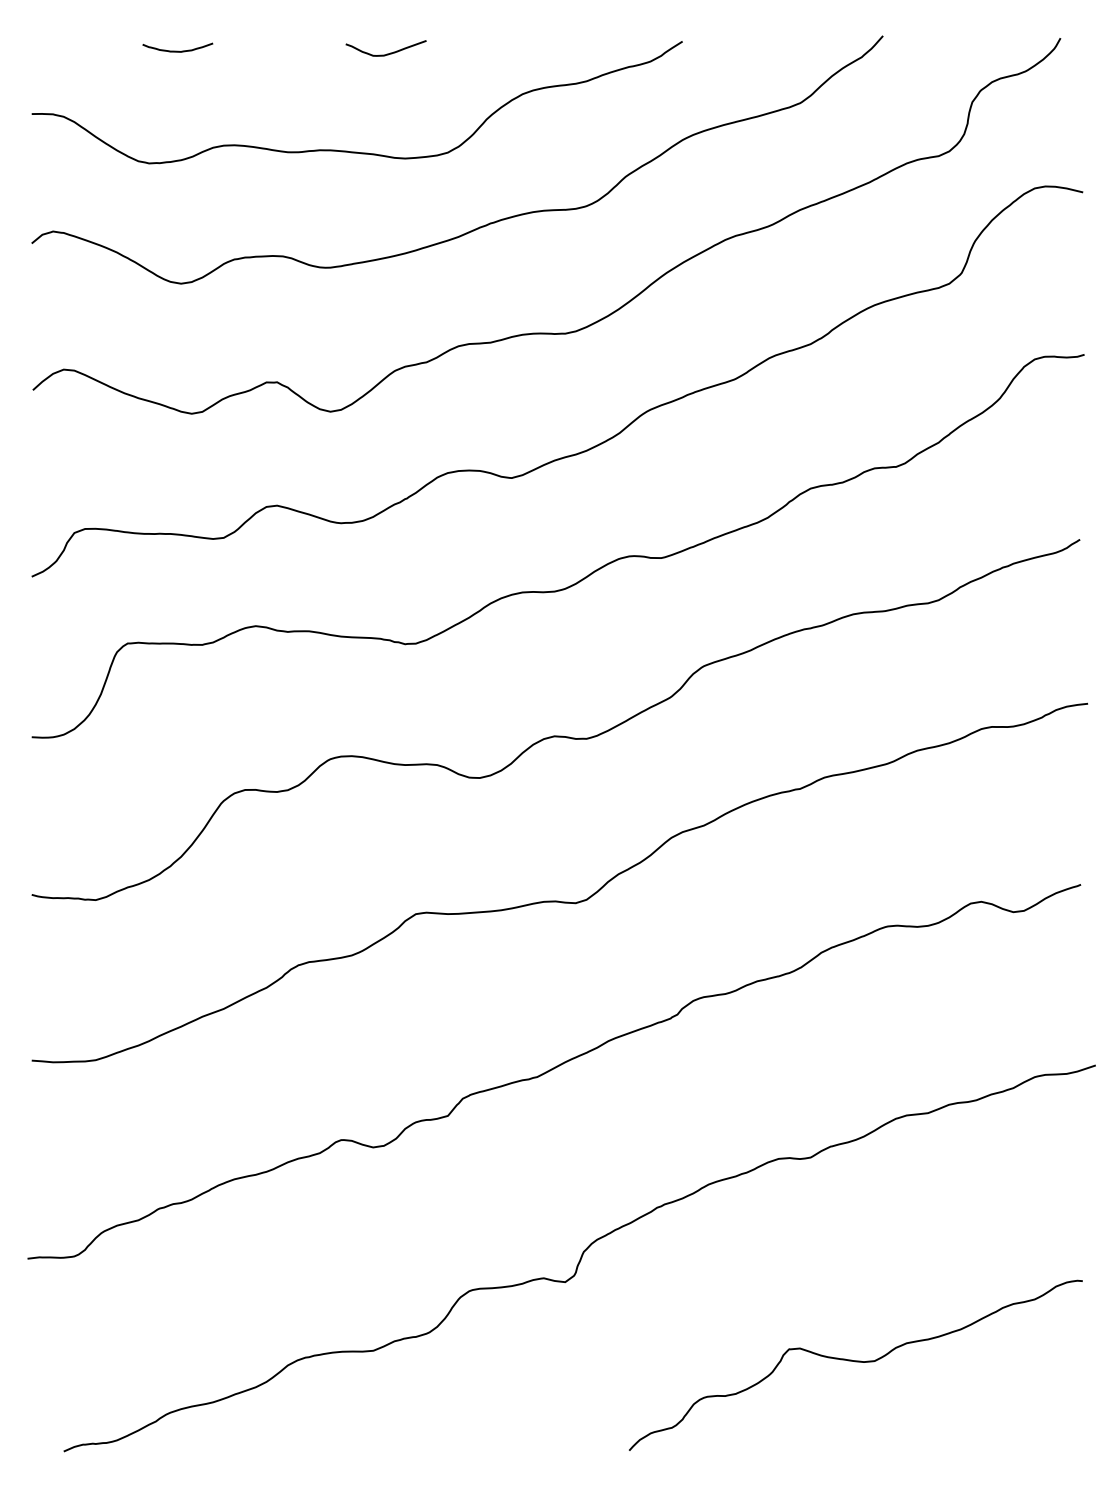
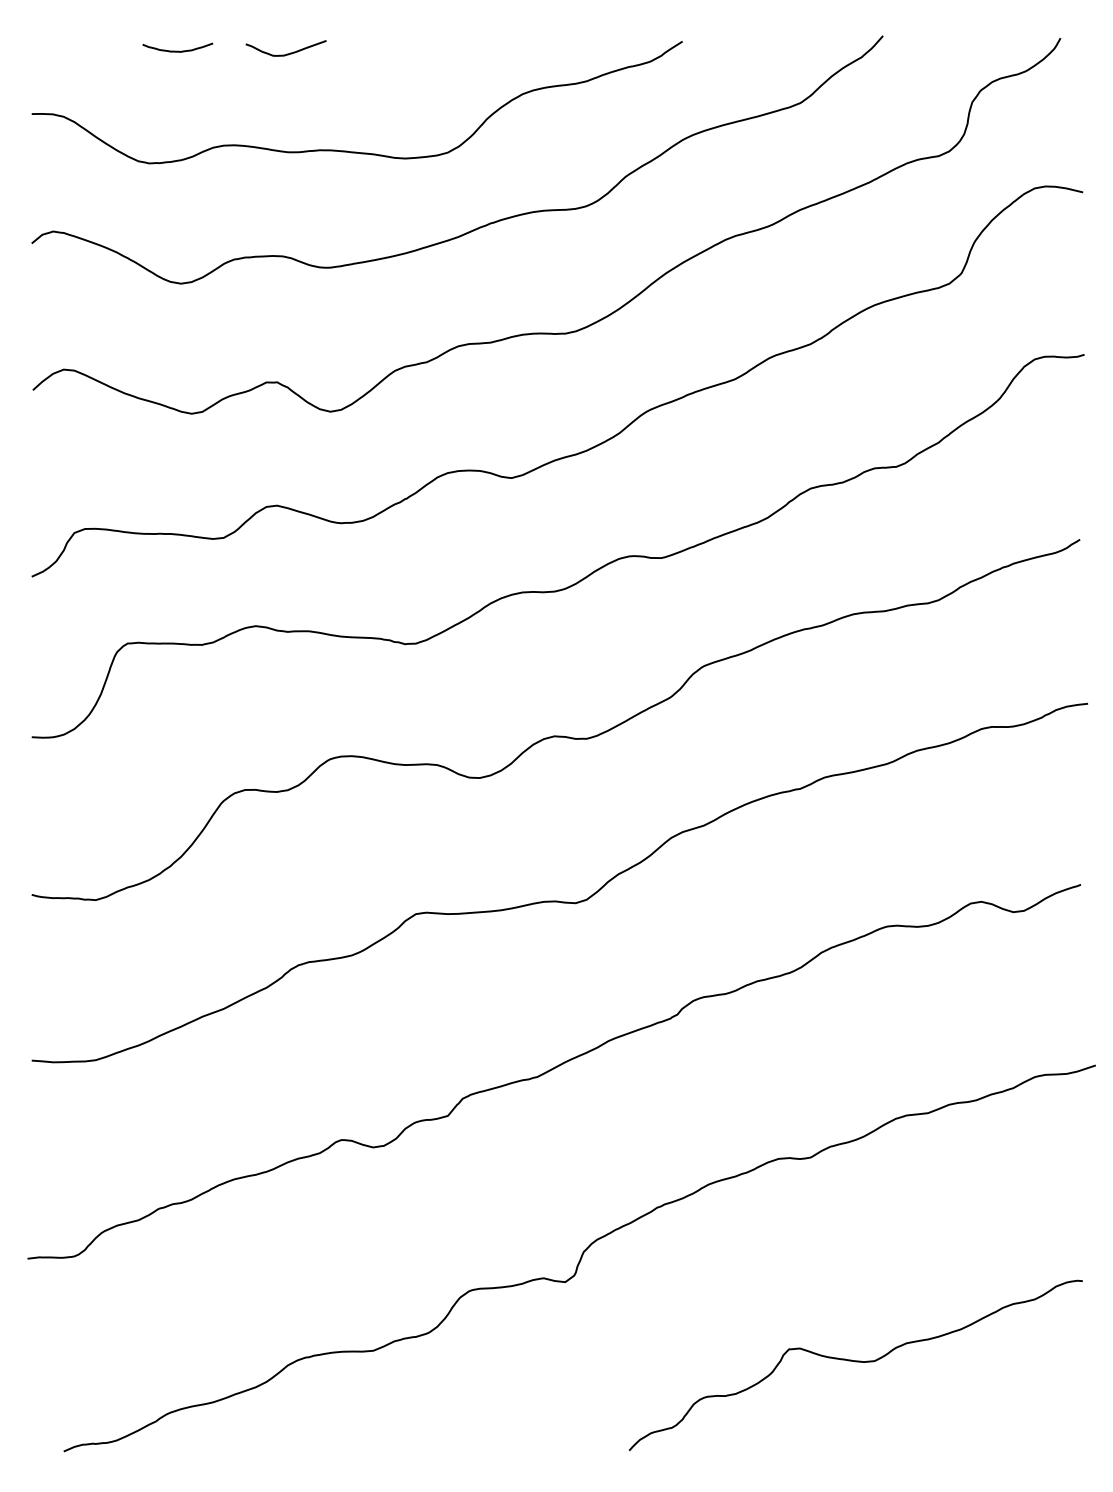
curve at (386, 53) position: (386, 53) -> (286, 53)
